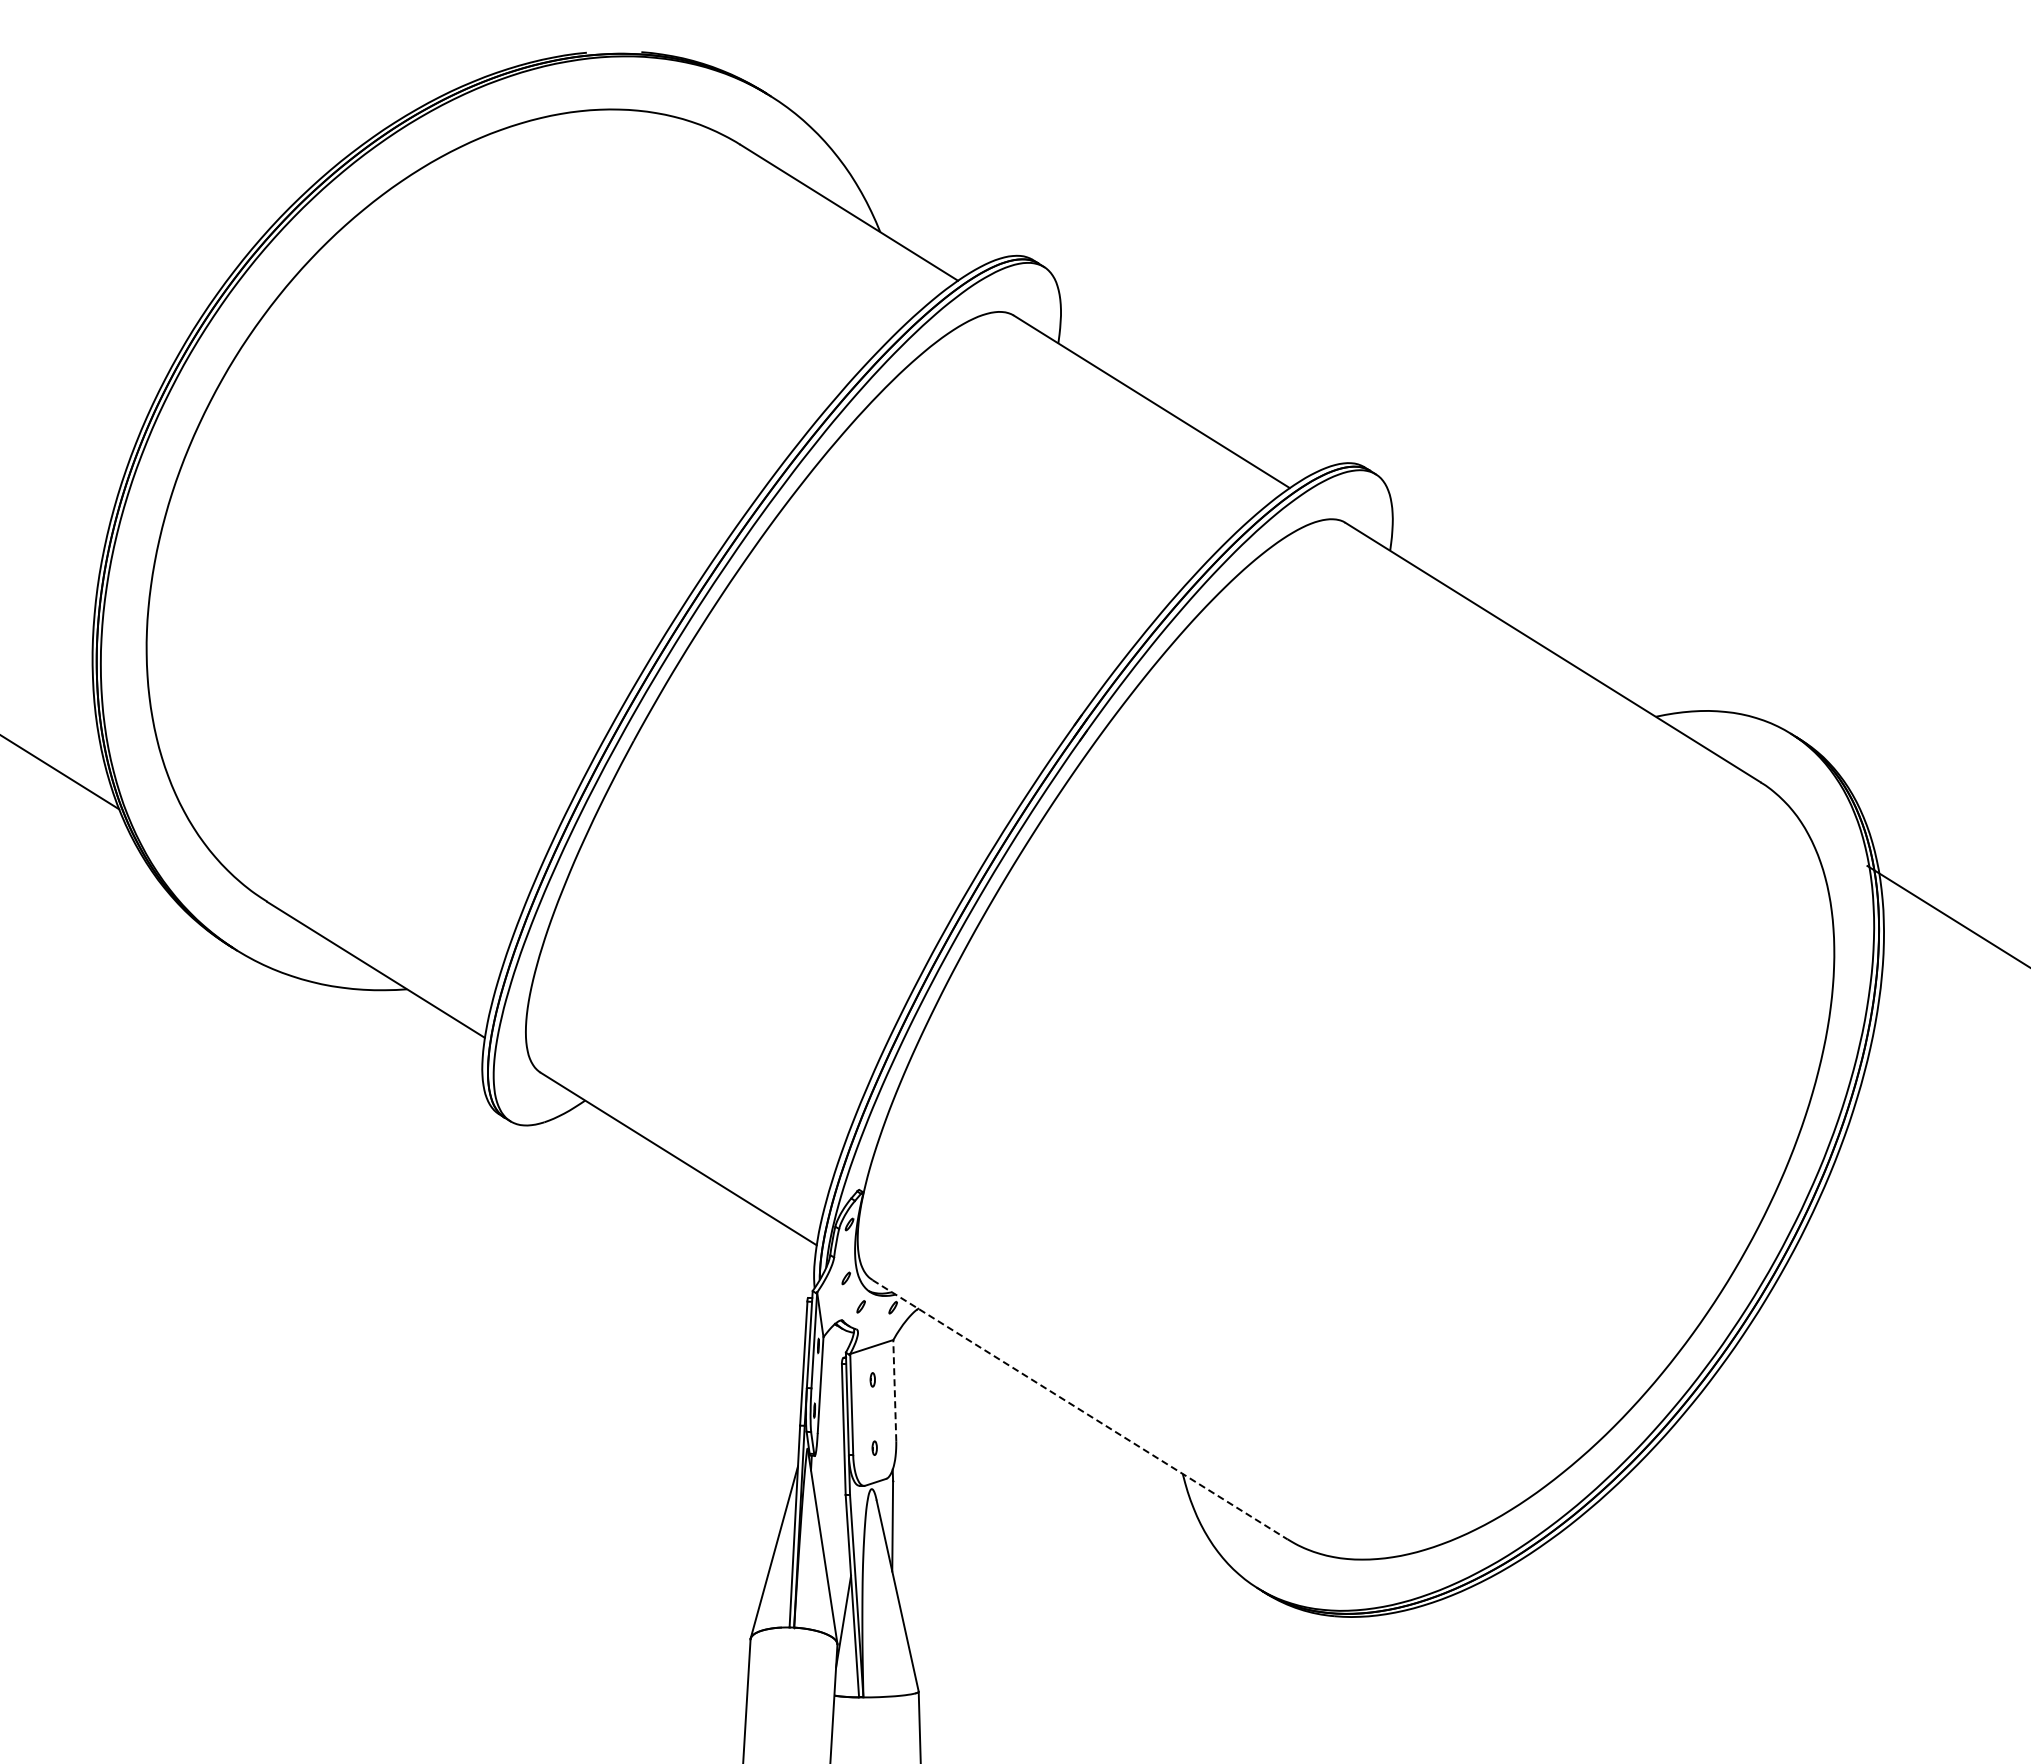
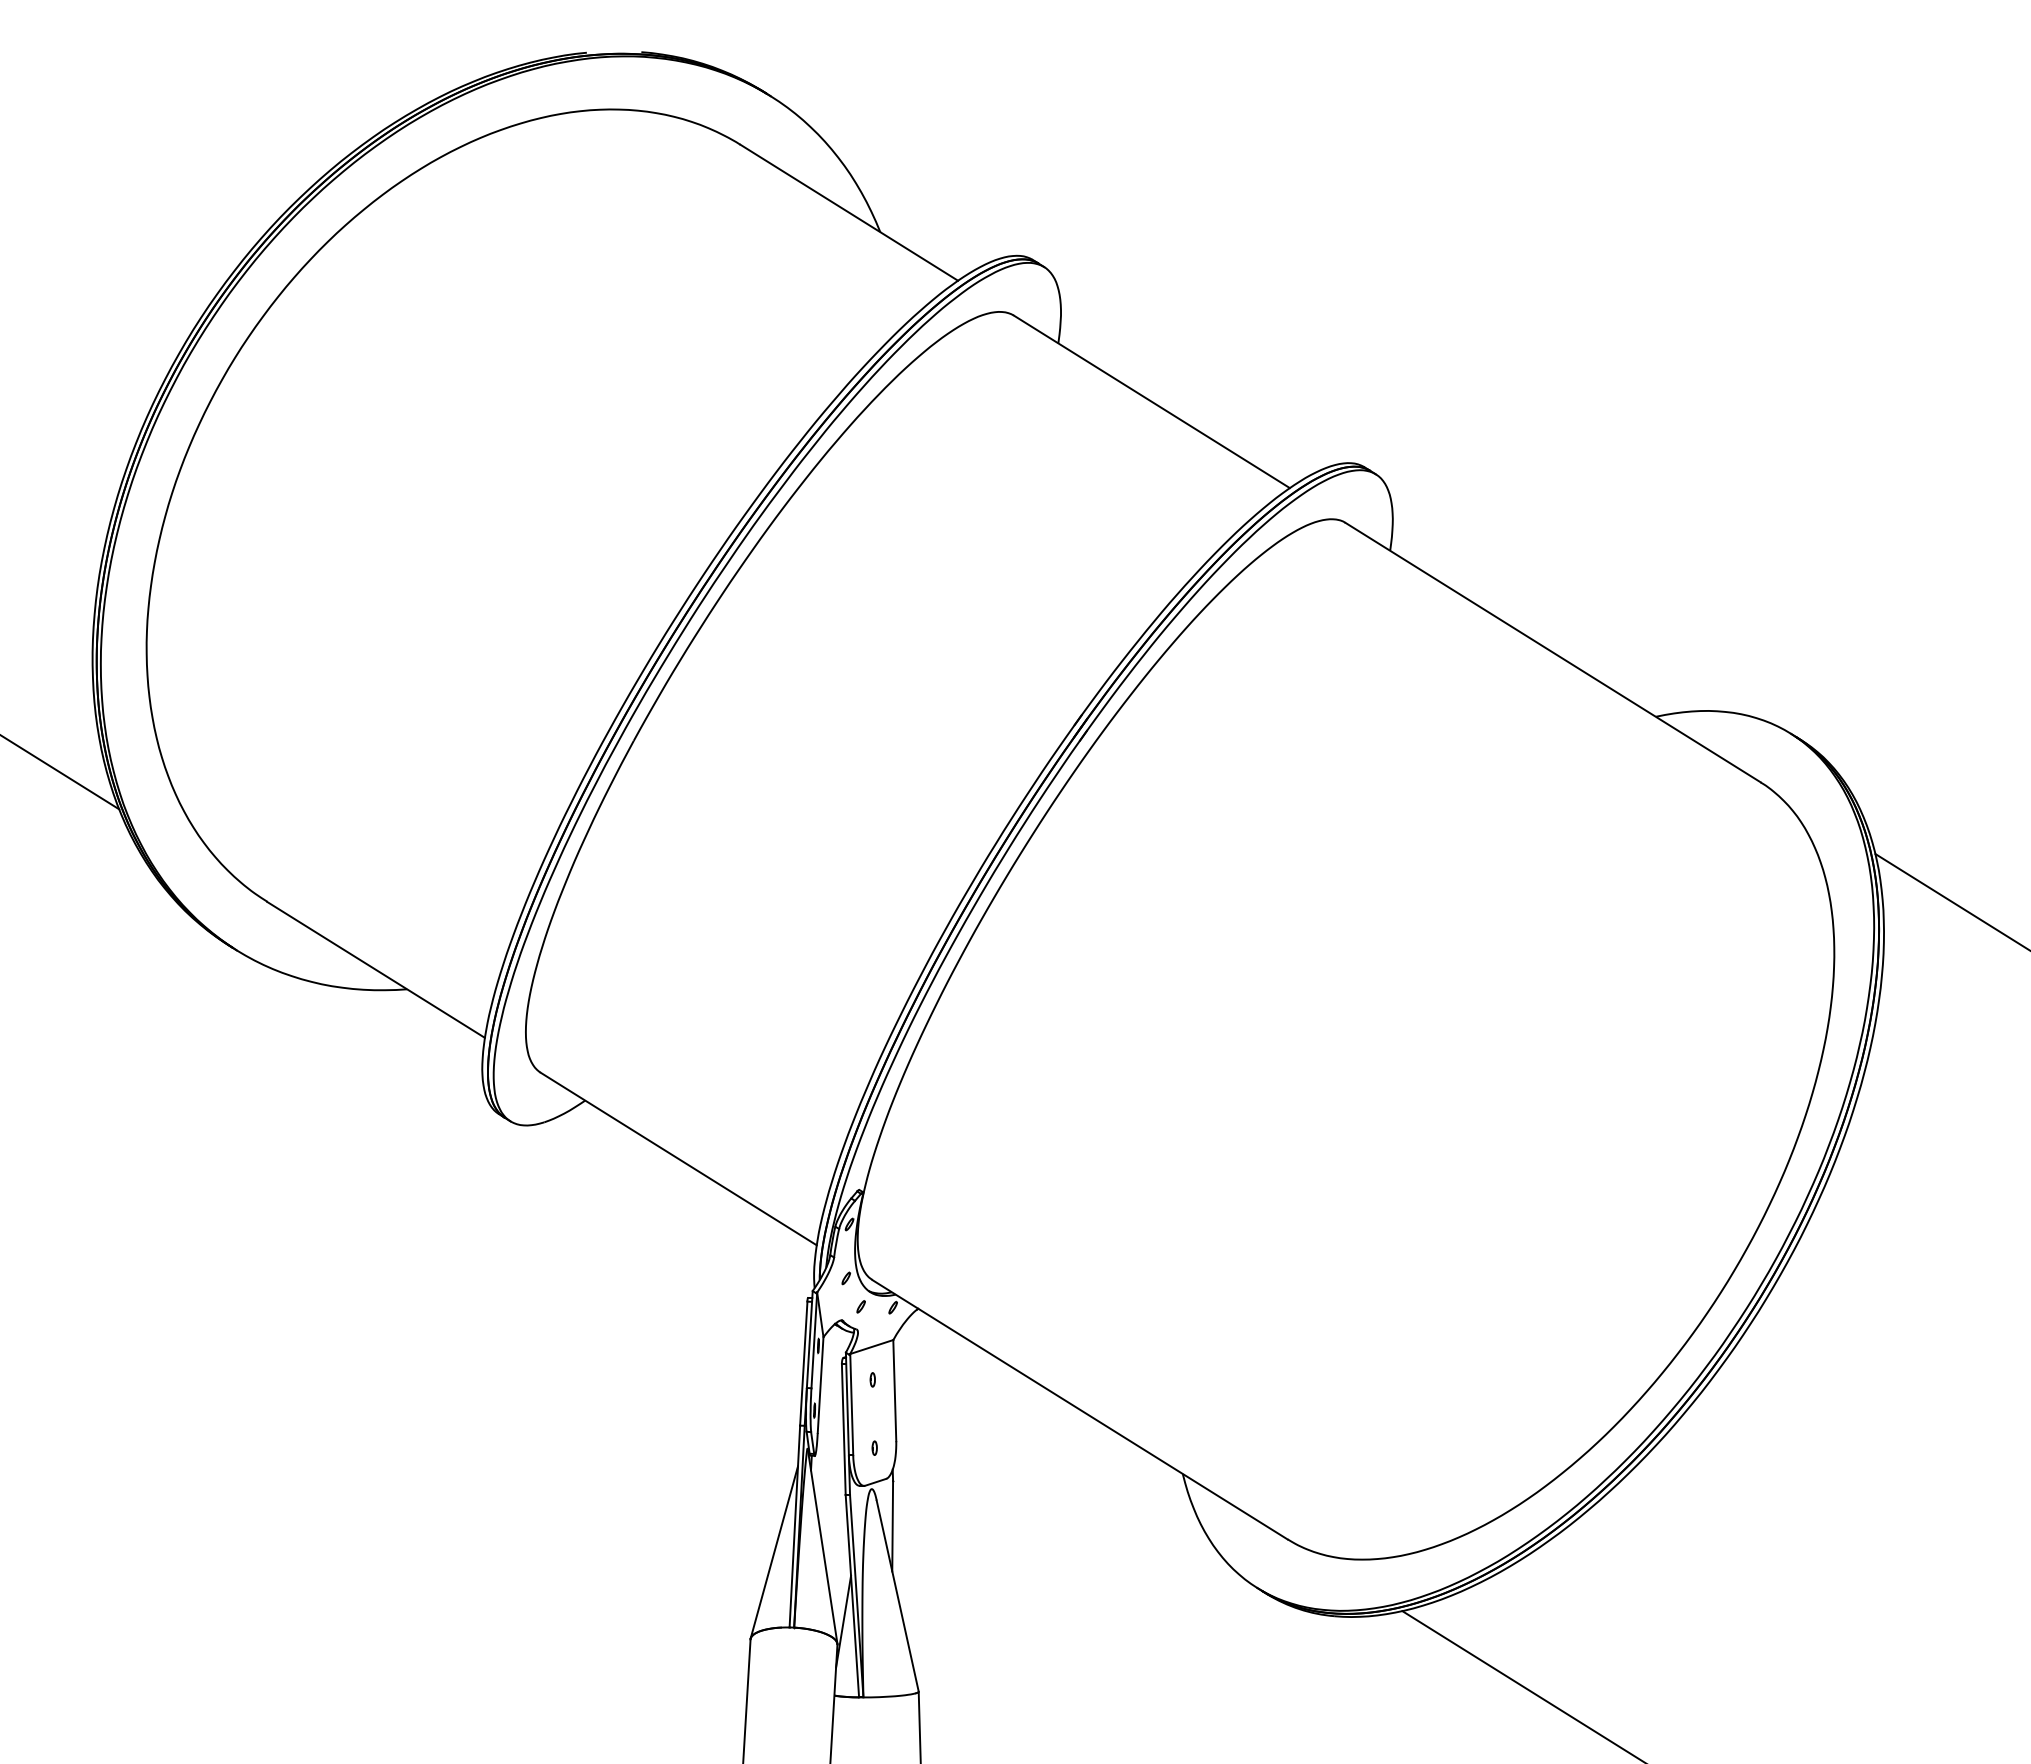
line at (1947, 916) position: (1947, 916) -> (1951, 901)
line at (894, 1390): dashed -> solid
line at (1080, 1409): dashed -> solid
line at (1521, 1685): none -> present
